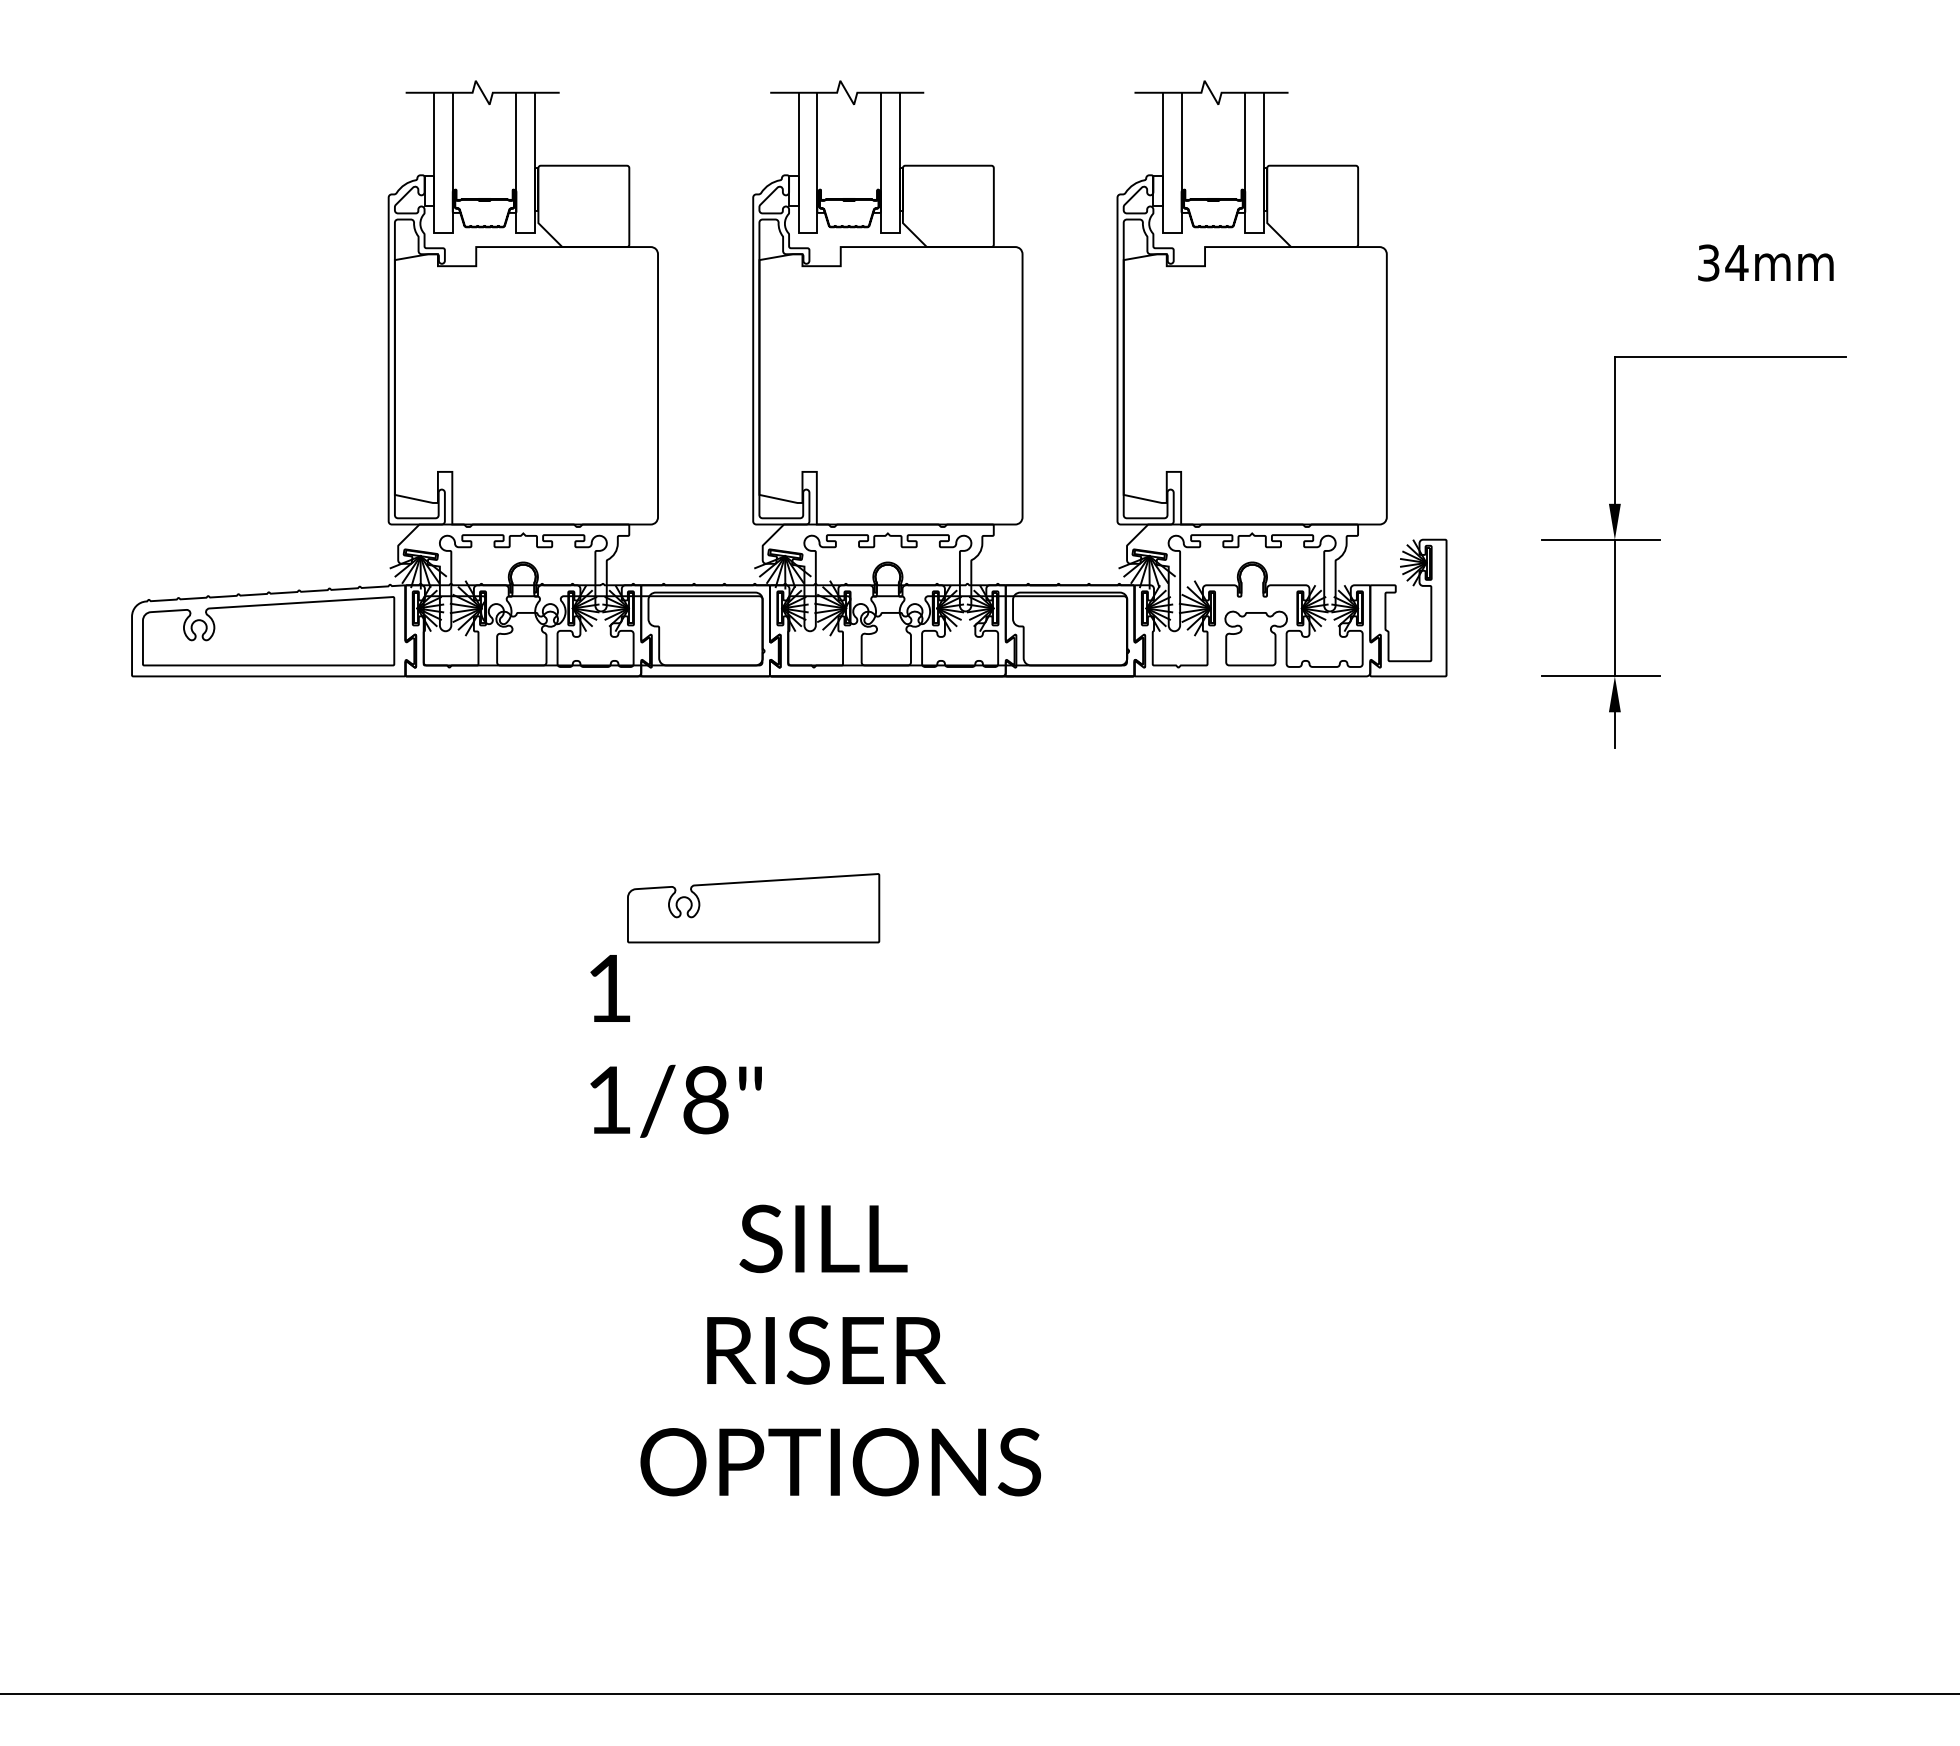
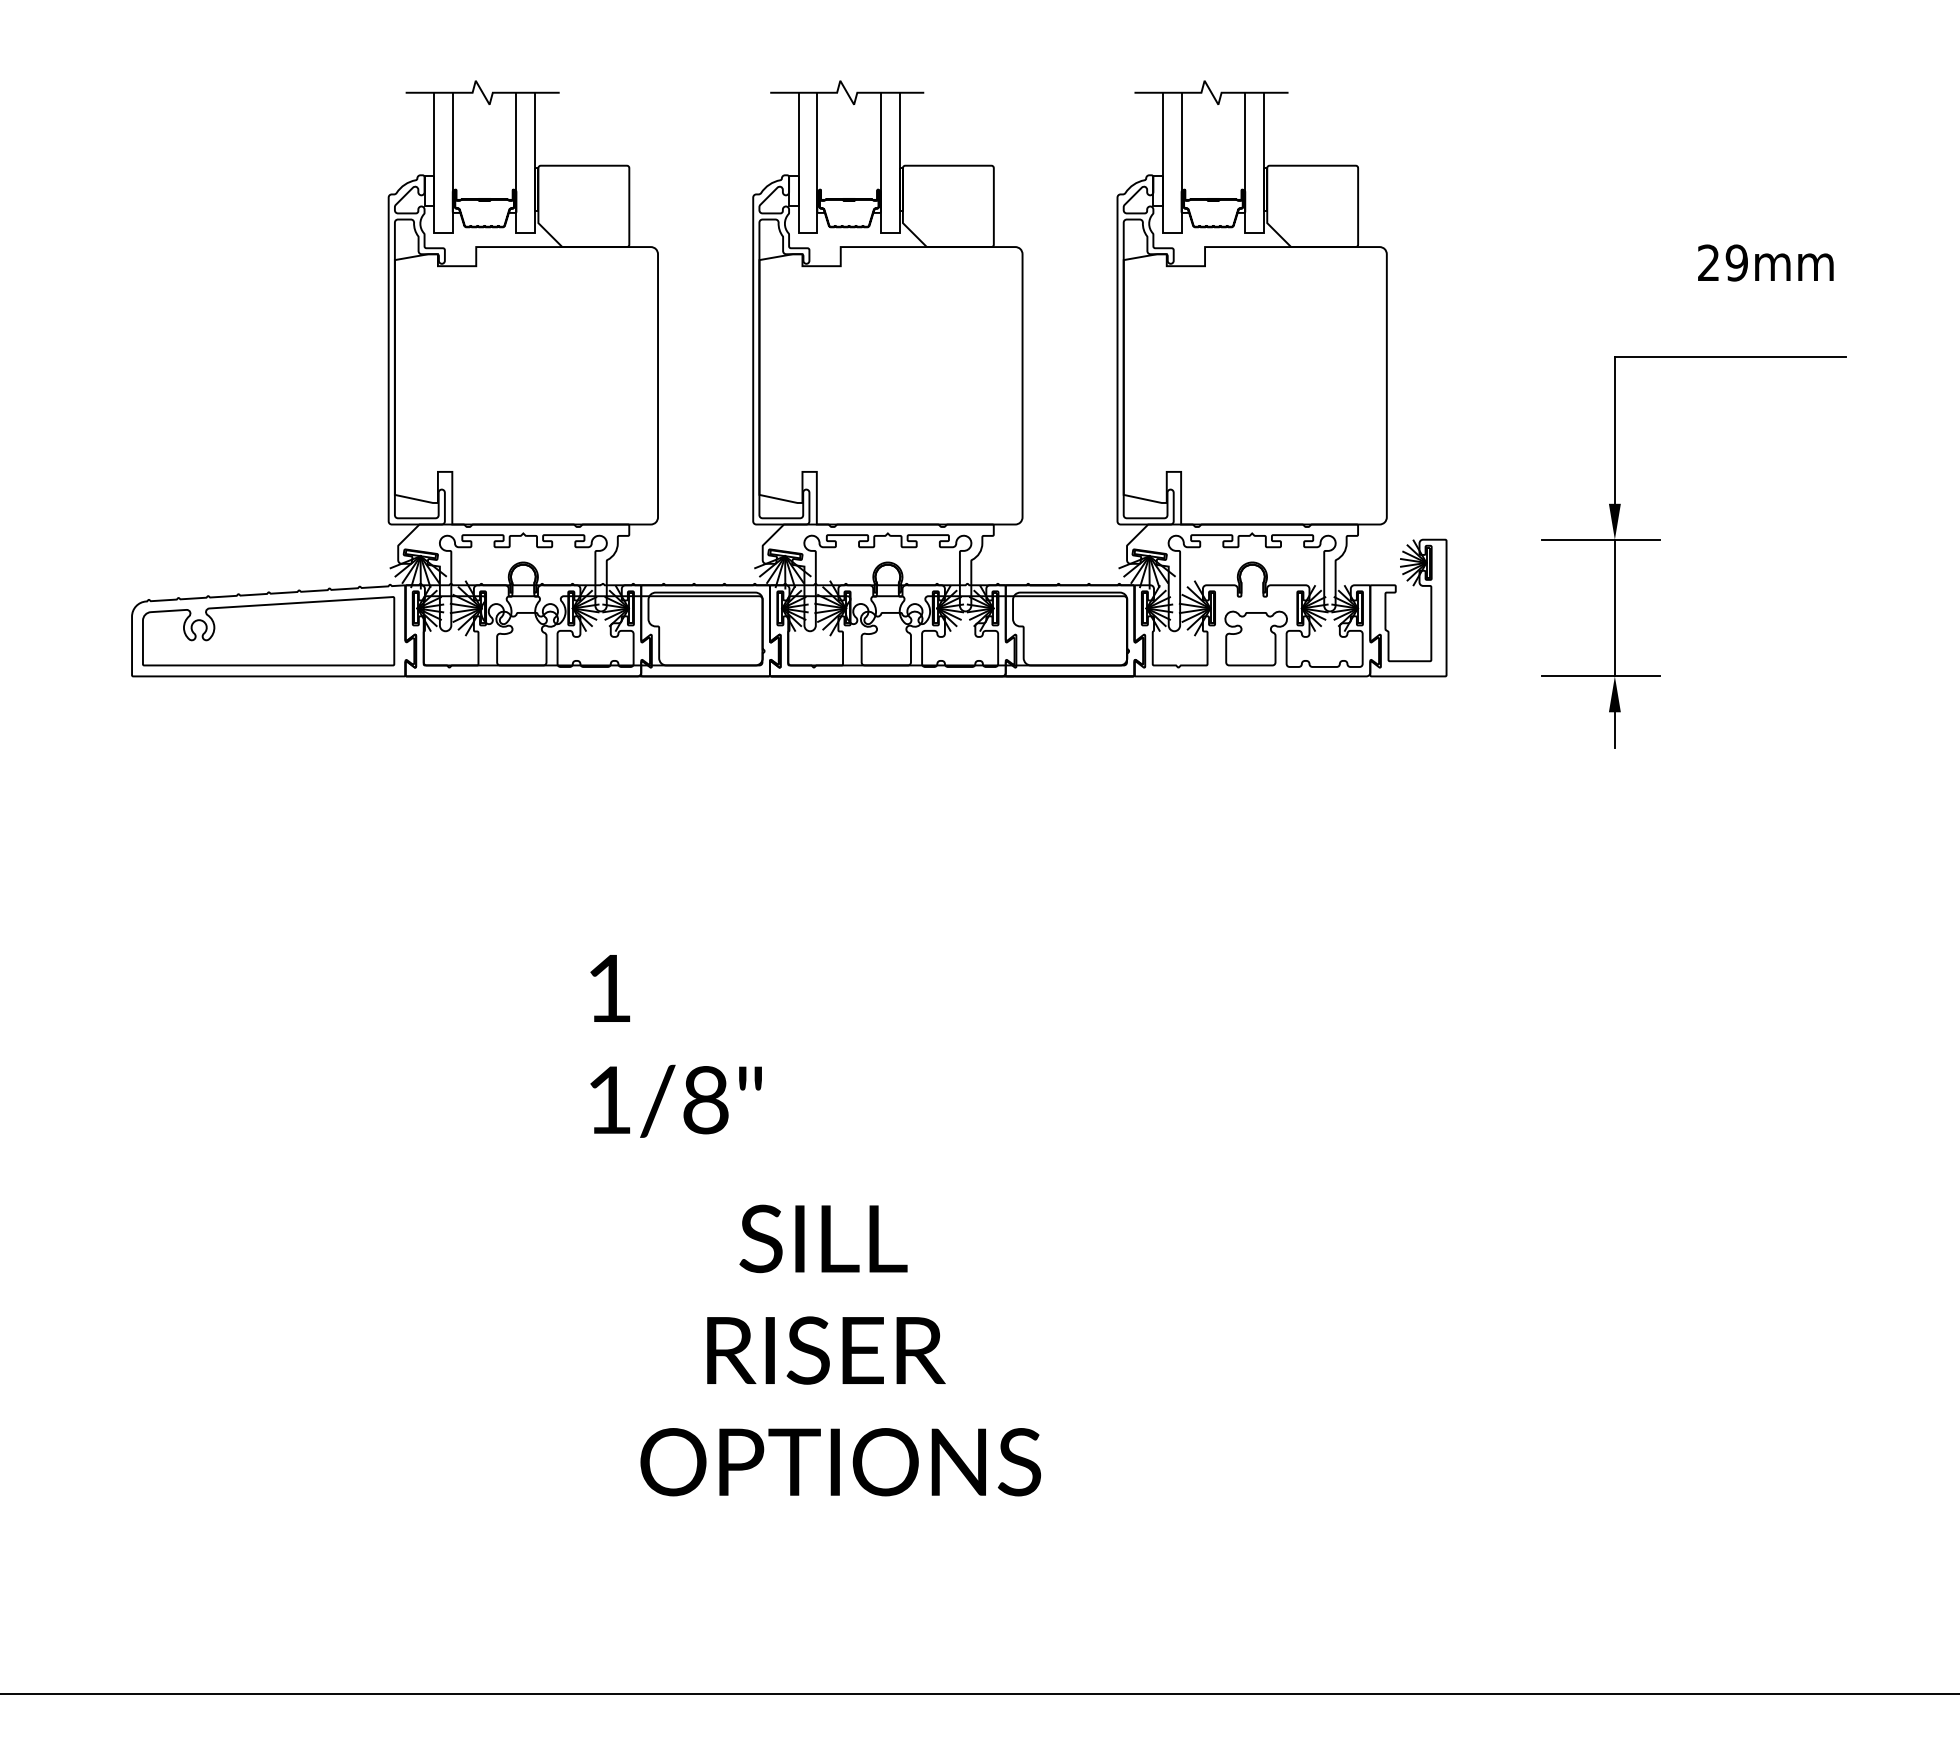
text at (1723, 262): 34mm -> 29mm
part at (753, 908): present -> none
